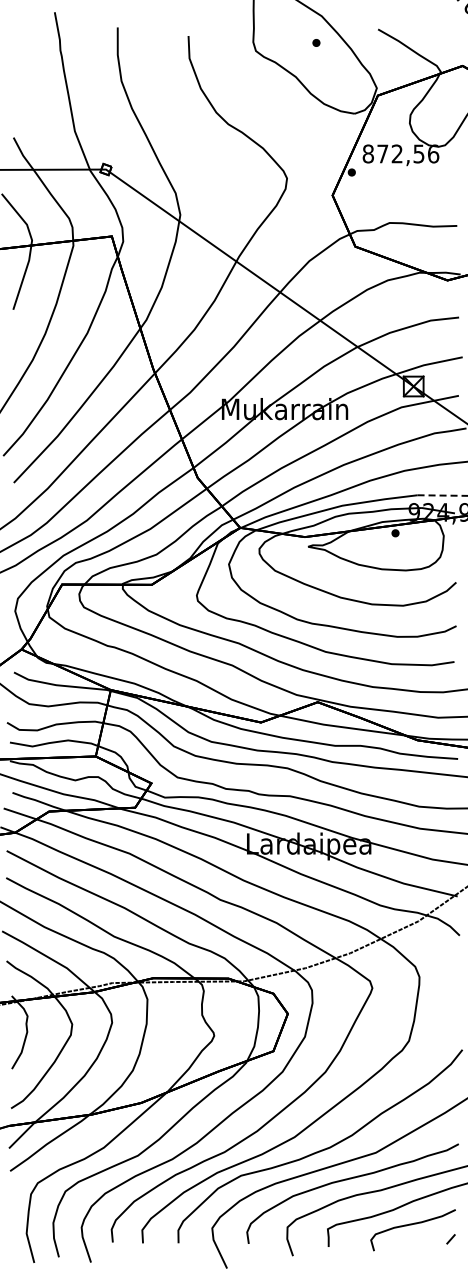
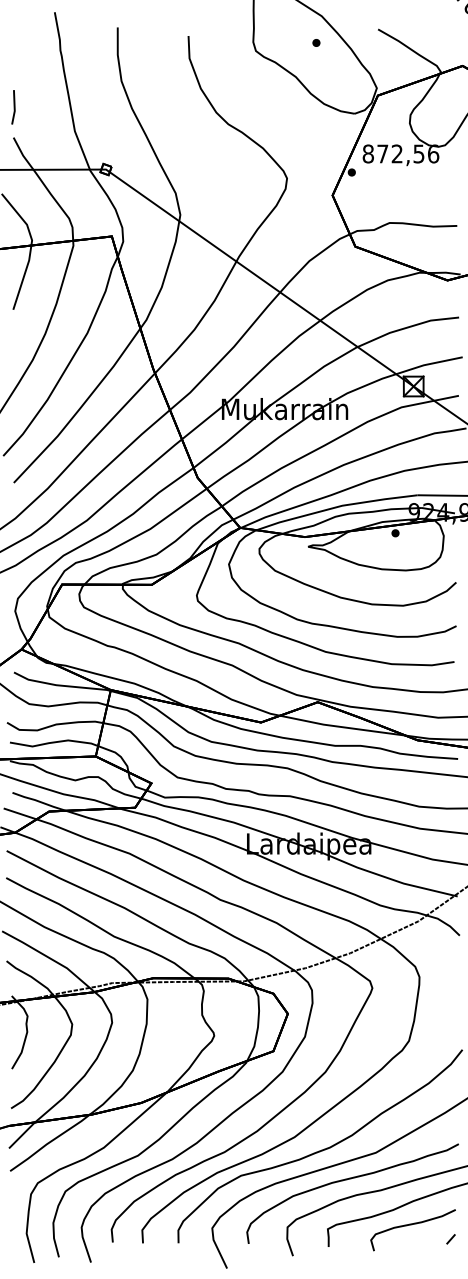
line at (13, 107): none -> present
line at (442, 495): dashed -> solid
